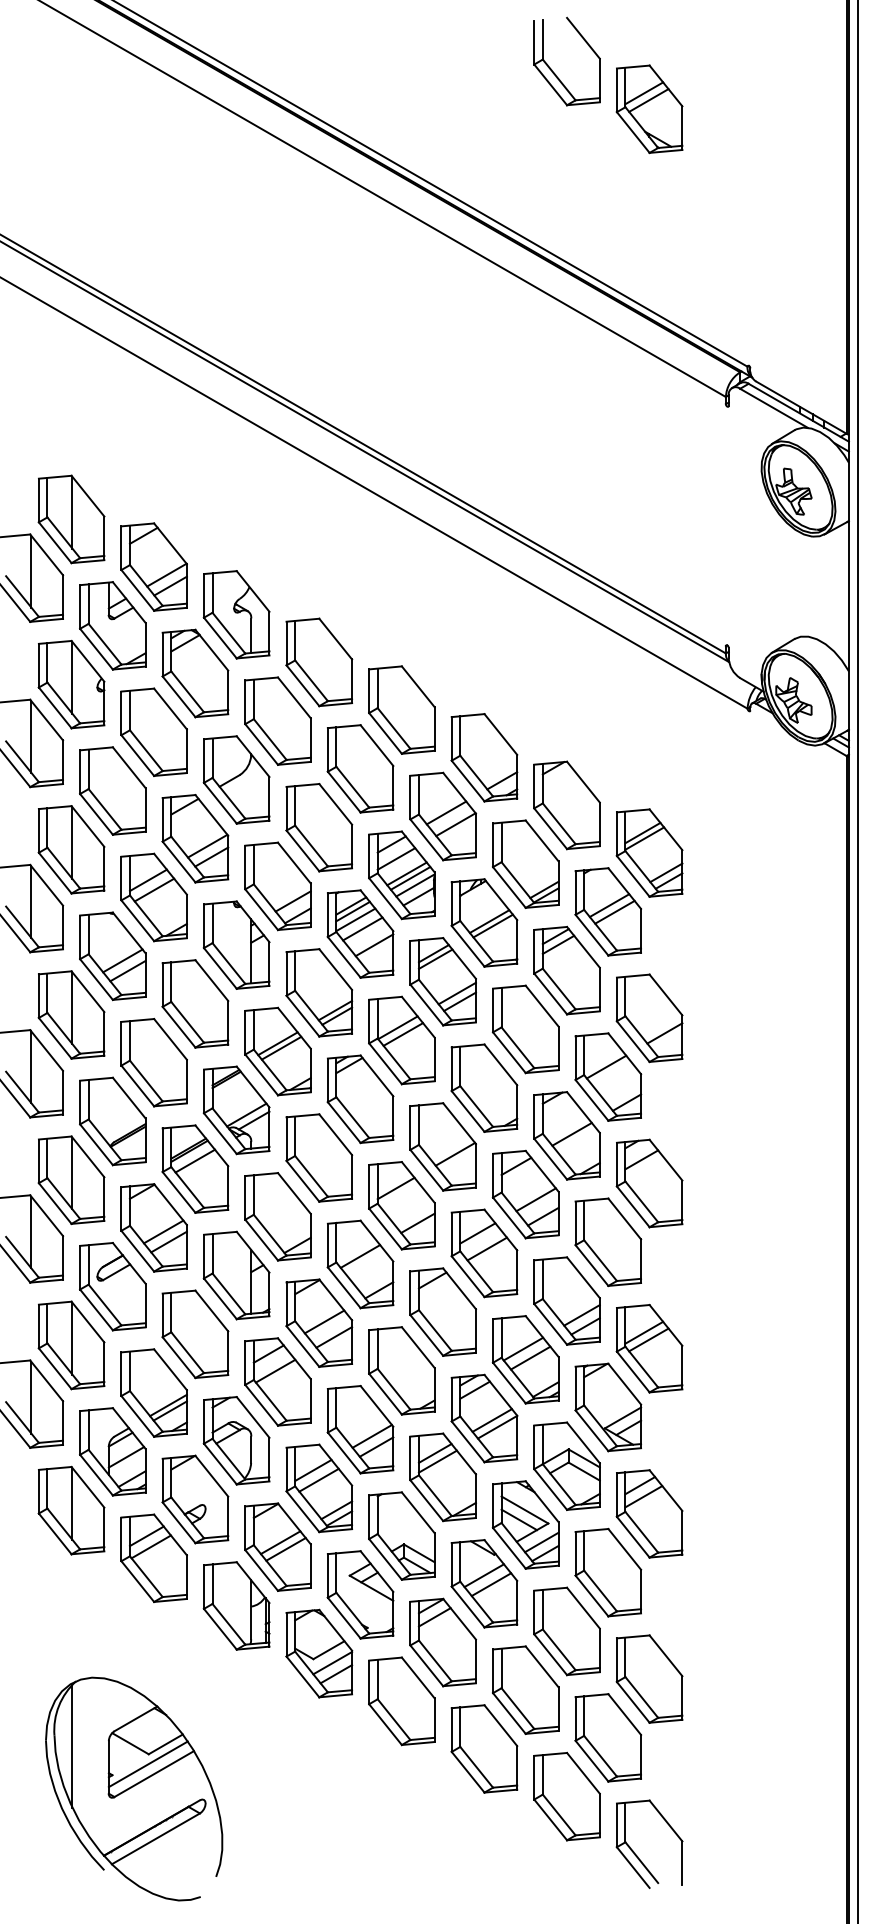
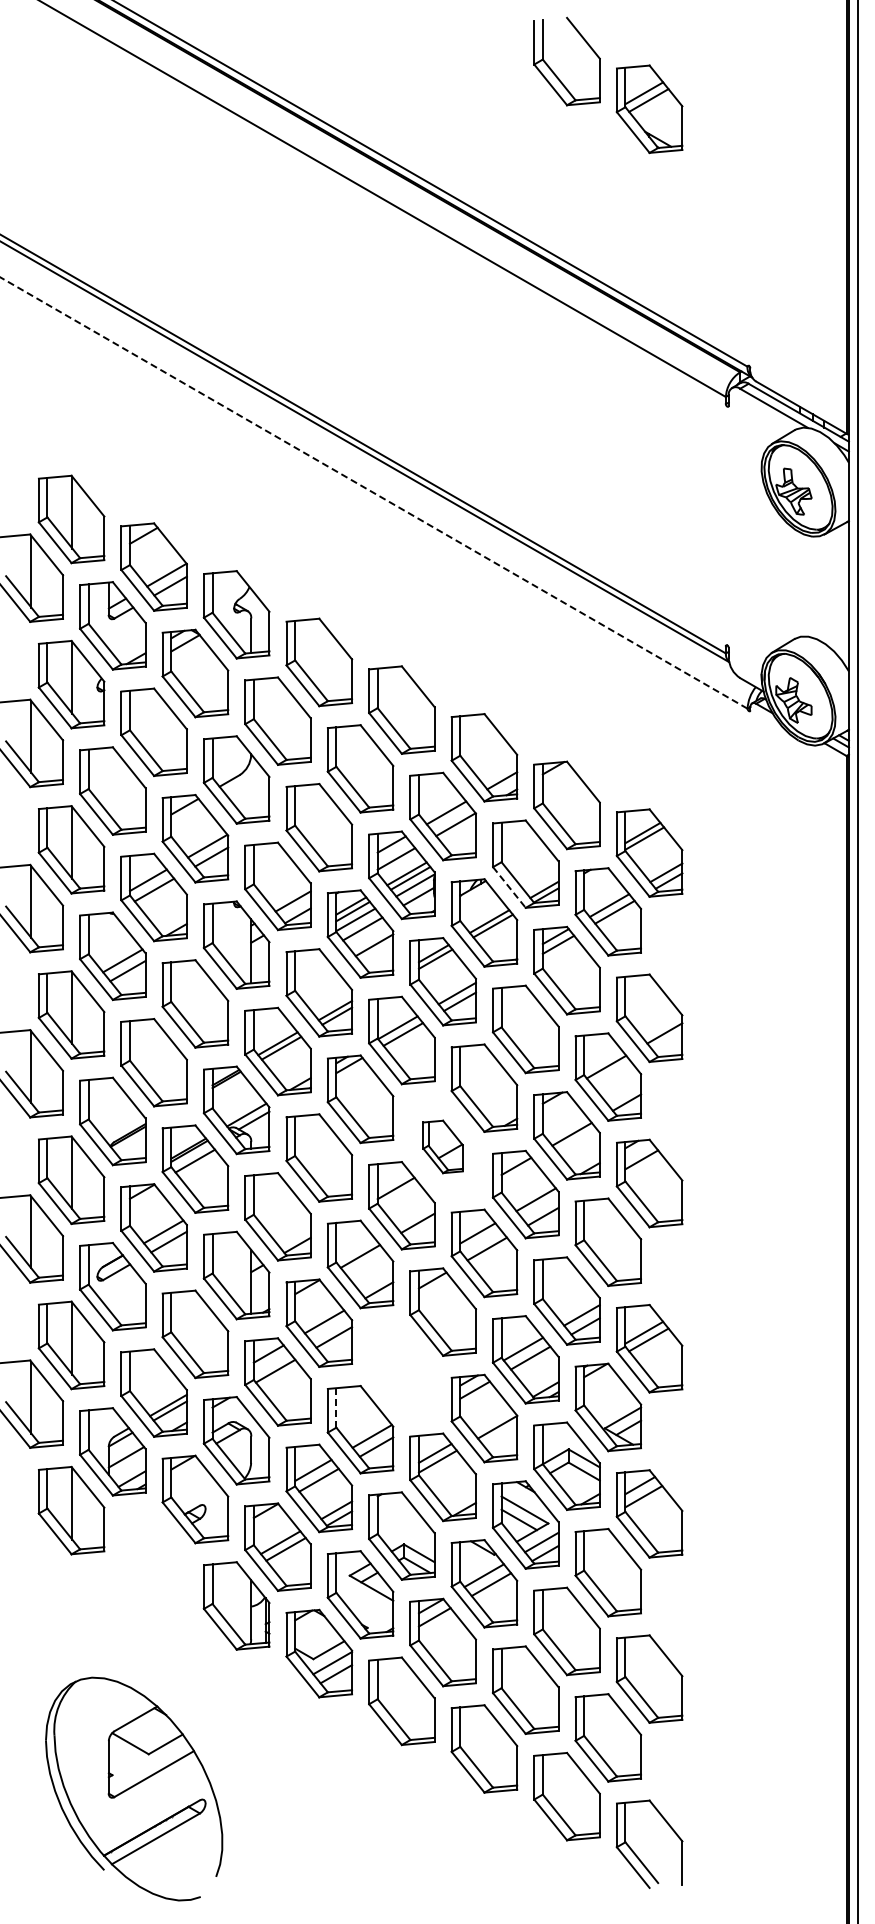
line at (373, 492): solid -> dashed
line at (509, 887): solid -> dashed
part at (442, 1146) size: 68x90 px -> 42x56 px
part at (401, 1370): present -> none
line at (336, 1407): solid -> dashed
line at (491, 1420): present -> none
part at (153, 1557): present -> none
line at (72, 1745): present -> none
line at (147, 1764): present -> none
